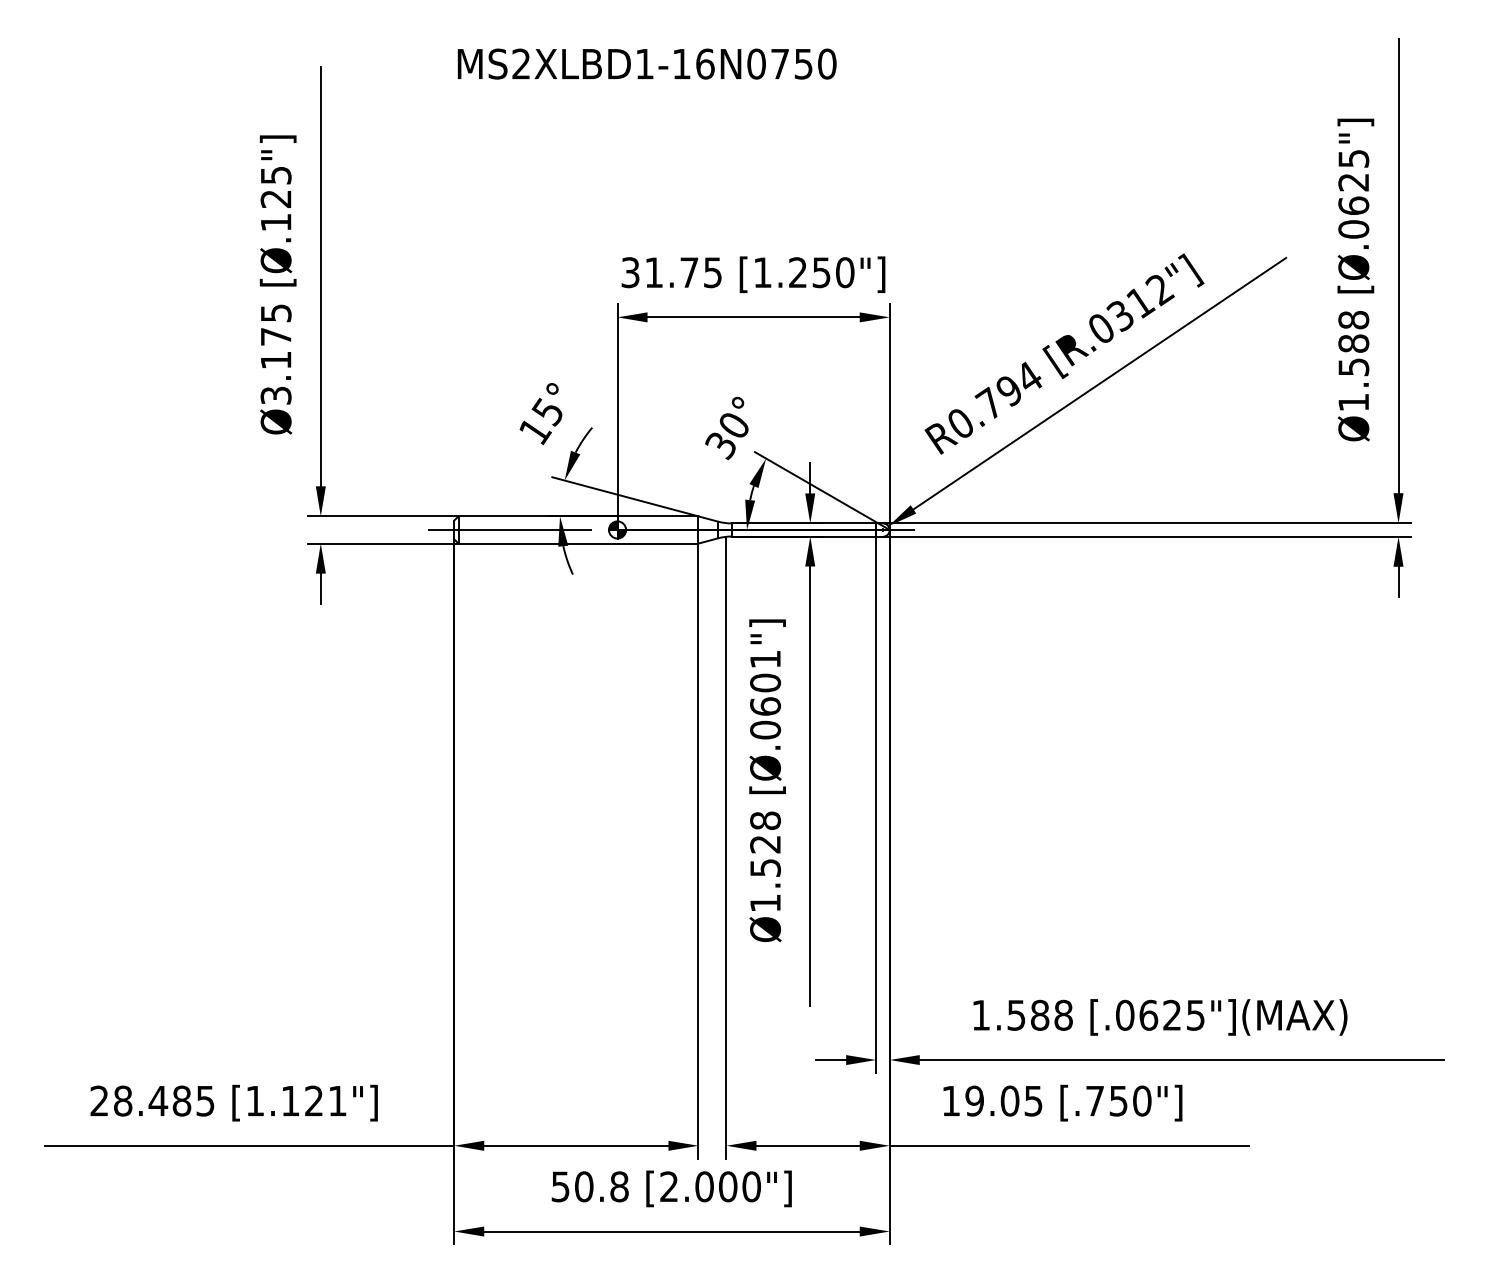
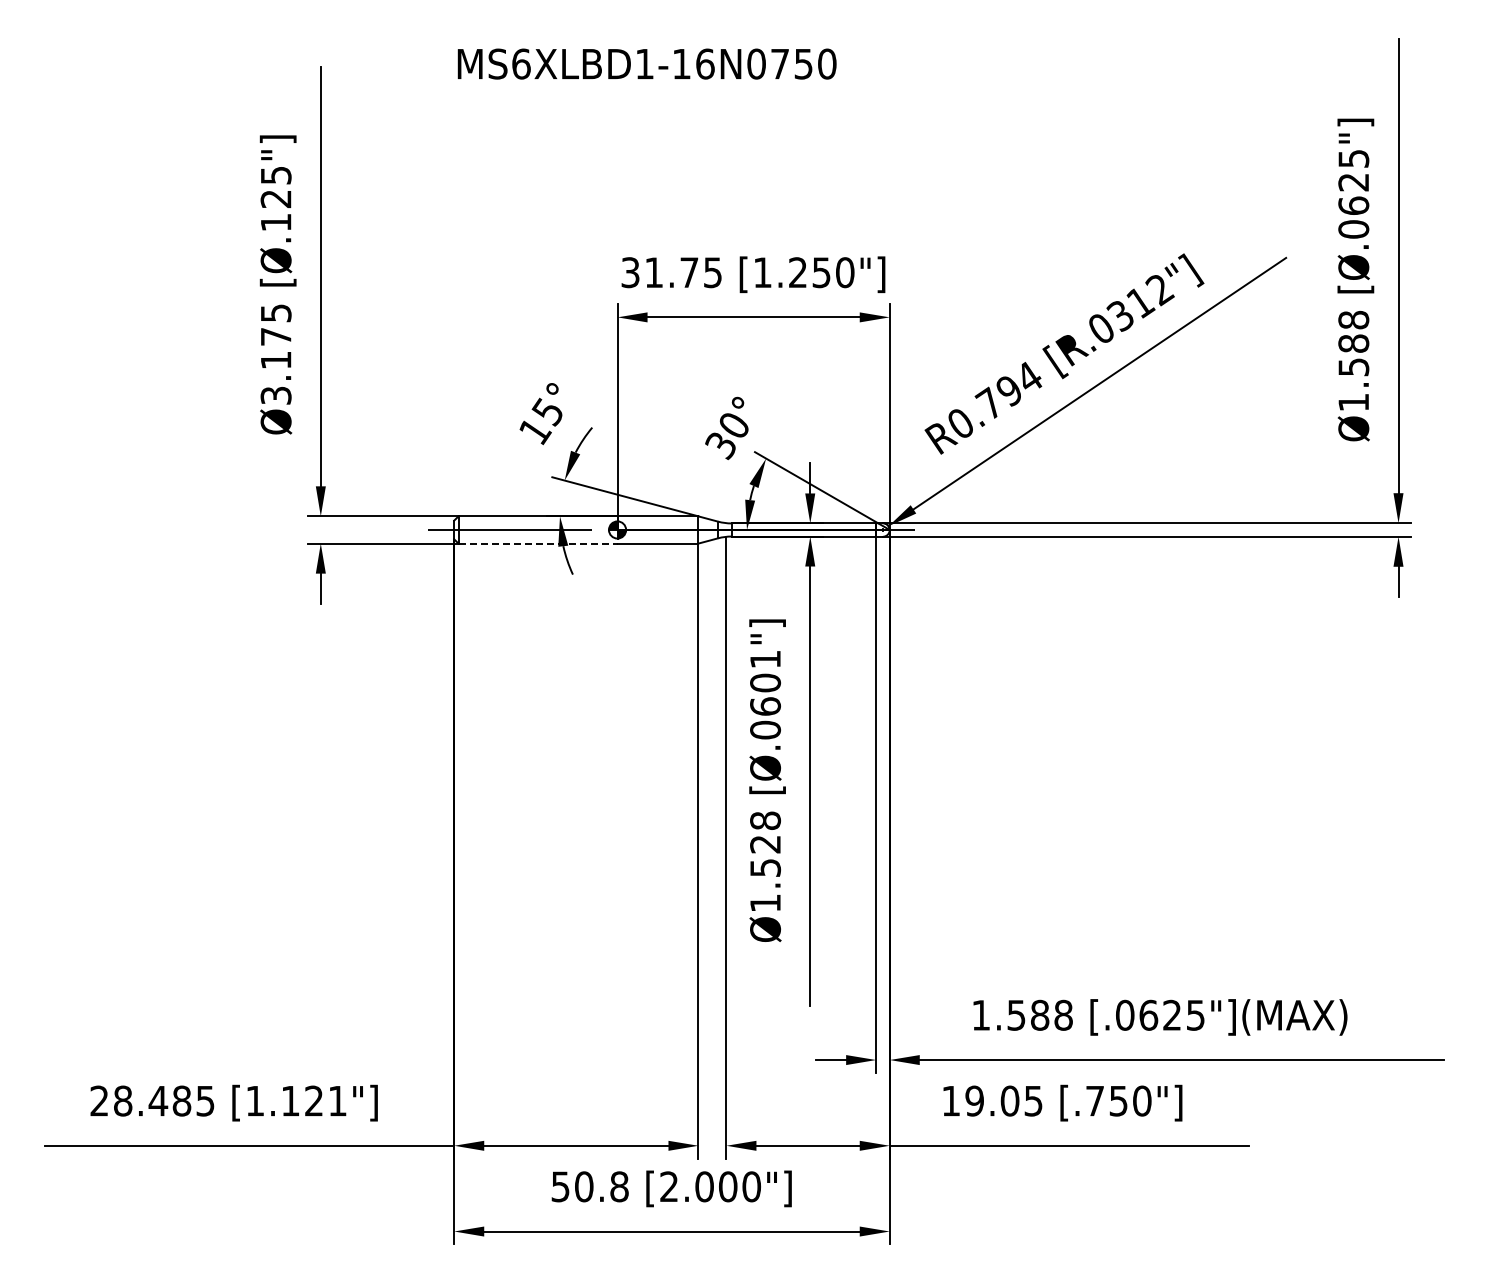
text at (521, 63): MS2XLBD1-16N0750 -> MS6XLBD1-16N0750
line at (538, 543): solid -> dashed
